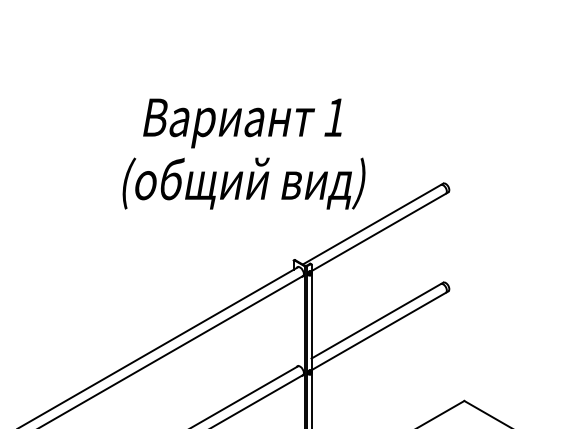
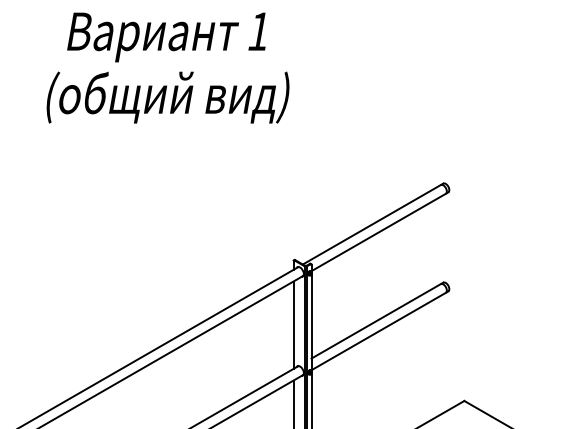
text at (243, 153) position: (243, 153) -> (167, 67)
line at (293, 324): none -> present
line at (293, 402): none -> present
